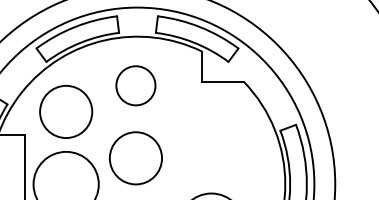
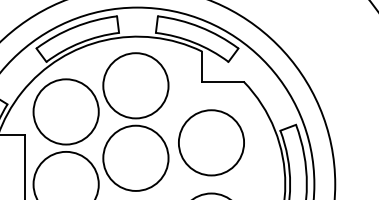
circle at (135, 85) diameter: 39 px -> 65 px
circle at (66, 111) diameter: 52 px -> 65 px
circle at (211, 142): none -> present
circle at (135, 158) diameter: 52 px -> 65 px
